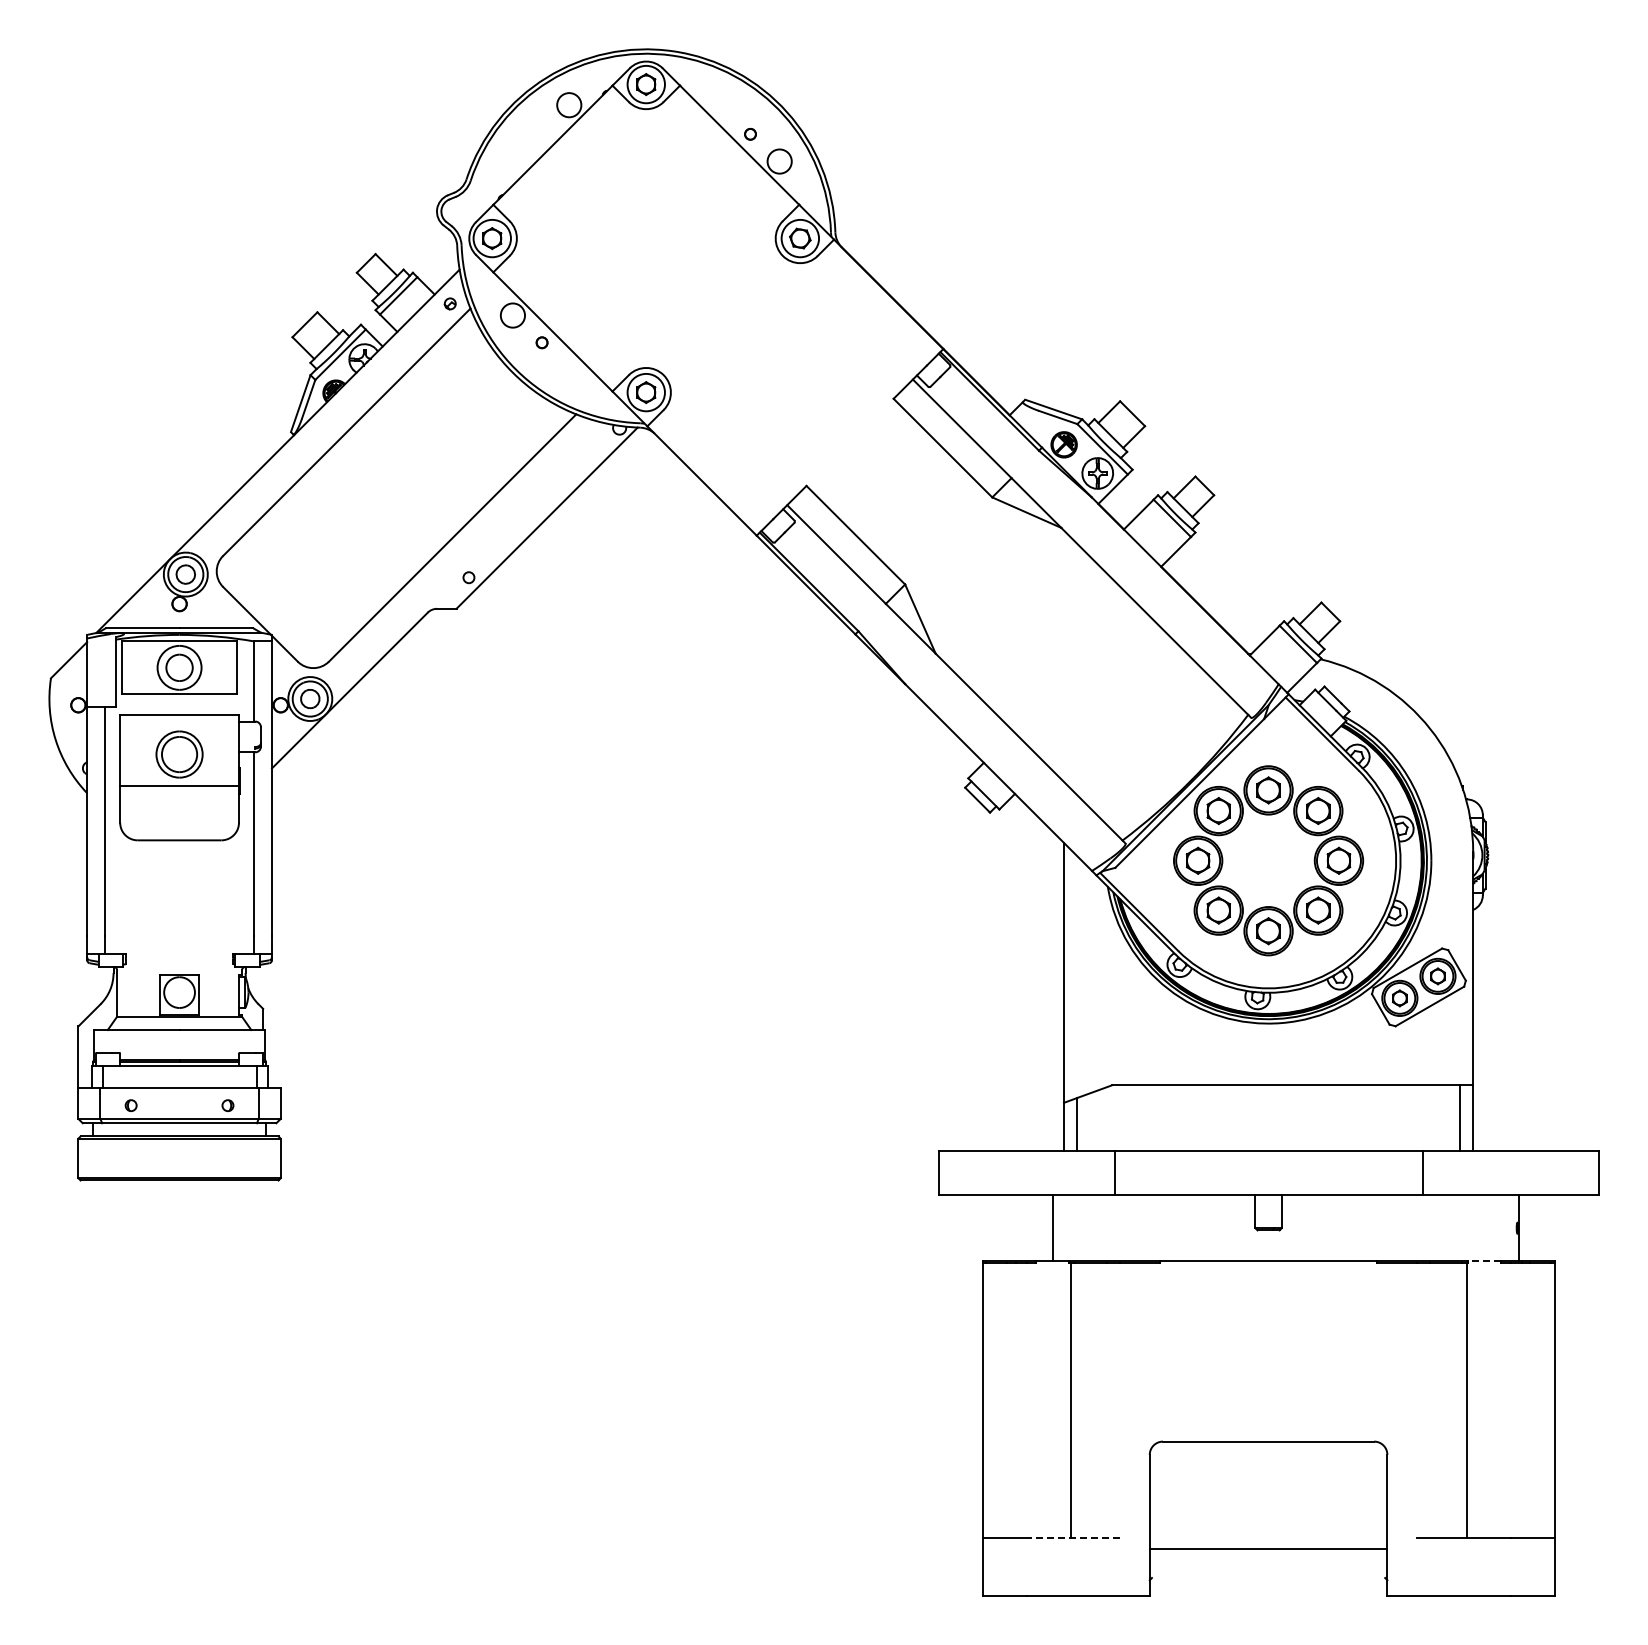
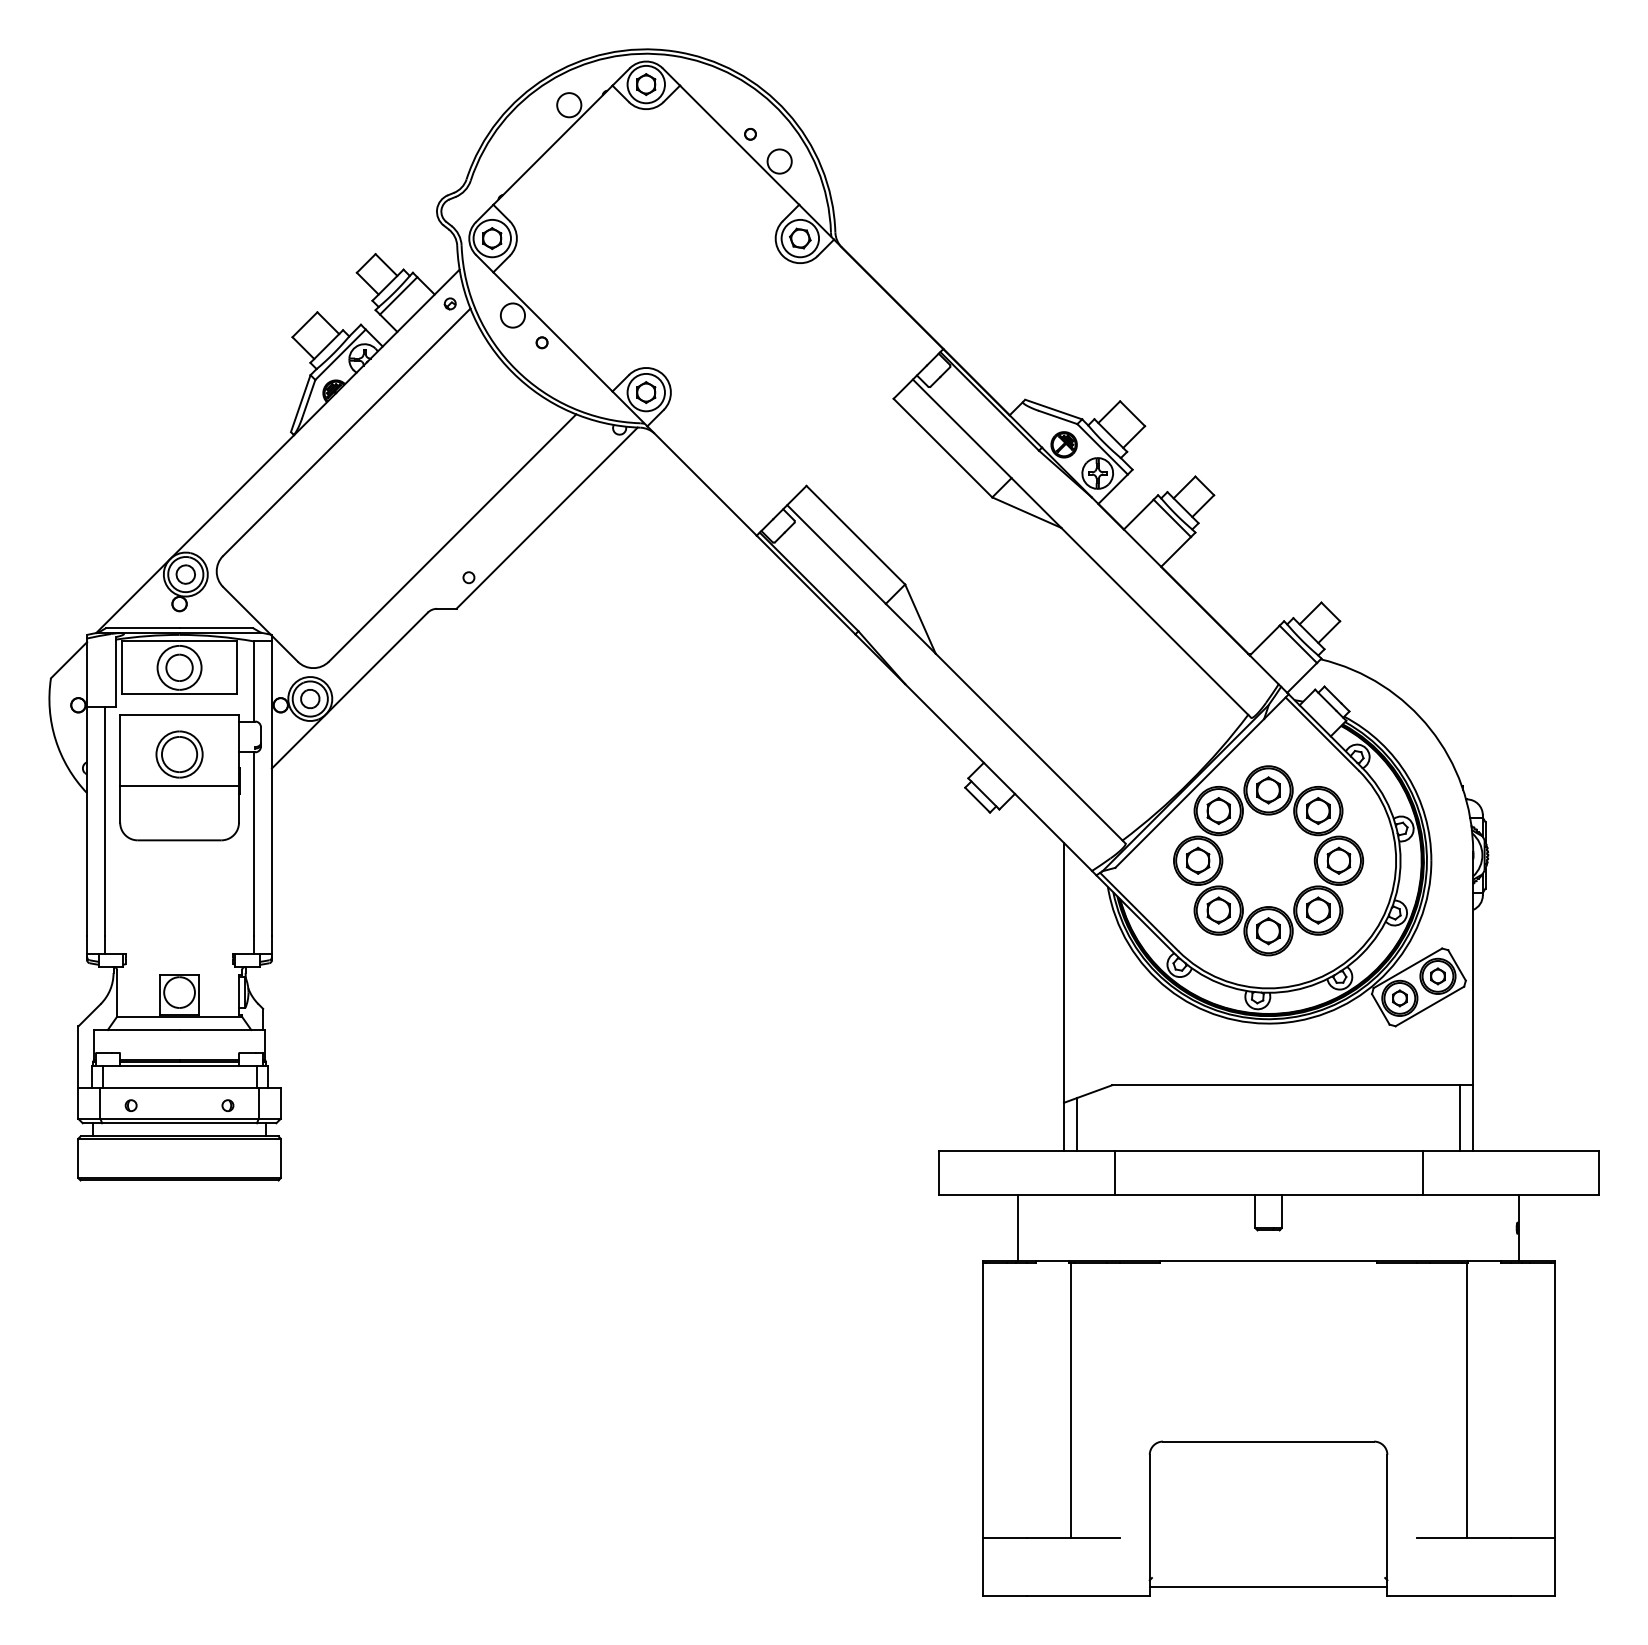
line at (1052, 1228) position: (1052, 1228) -> (1017, 1228)
line at (1483, 1261): dashed -> solid
line at (1073, 1538): dashed -> solid
line at (1268, 1548) position: (1268, 1548) -> (1268, 1586)
